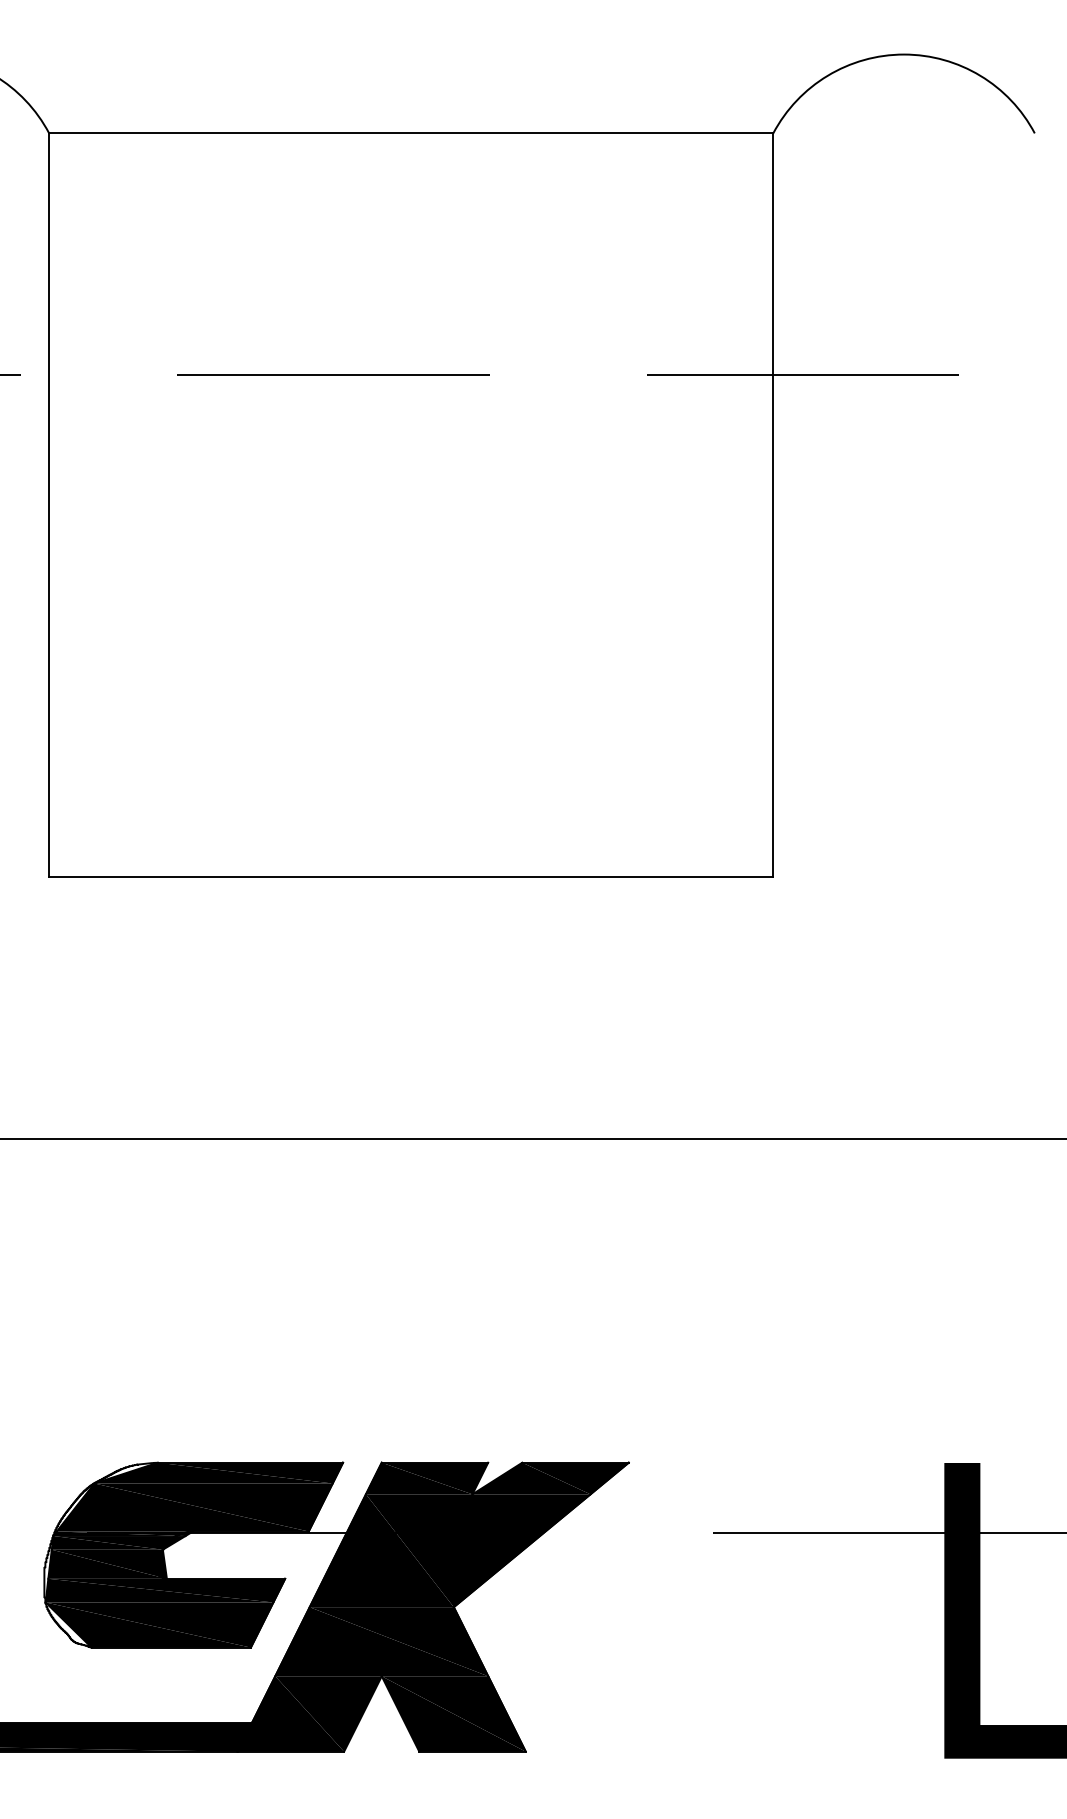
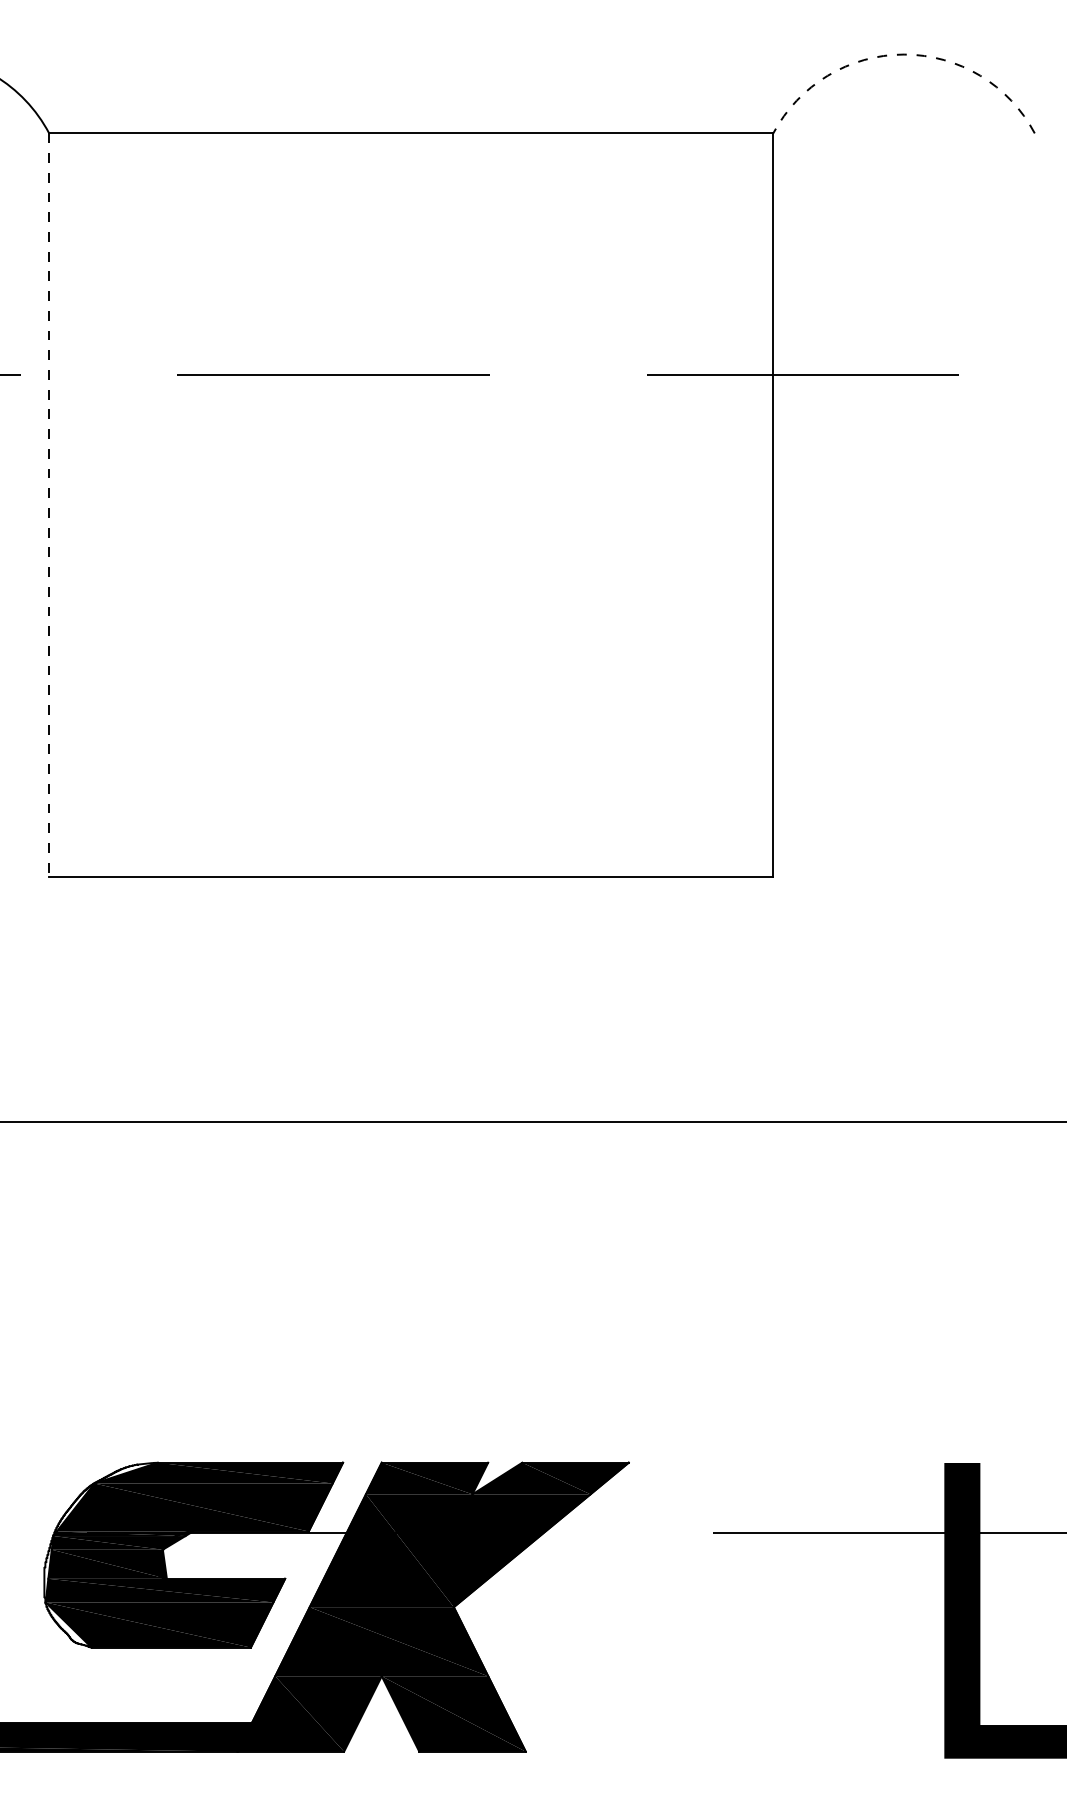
arc at (904, 54): solid -> dashed
line at (49, 505): solid -> dashed
line at (532, 1138) position: (532, 1138) -> (532, 1121)
